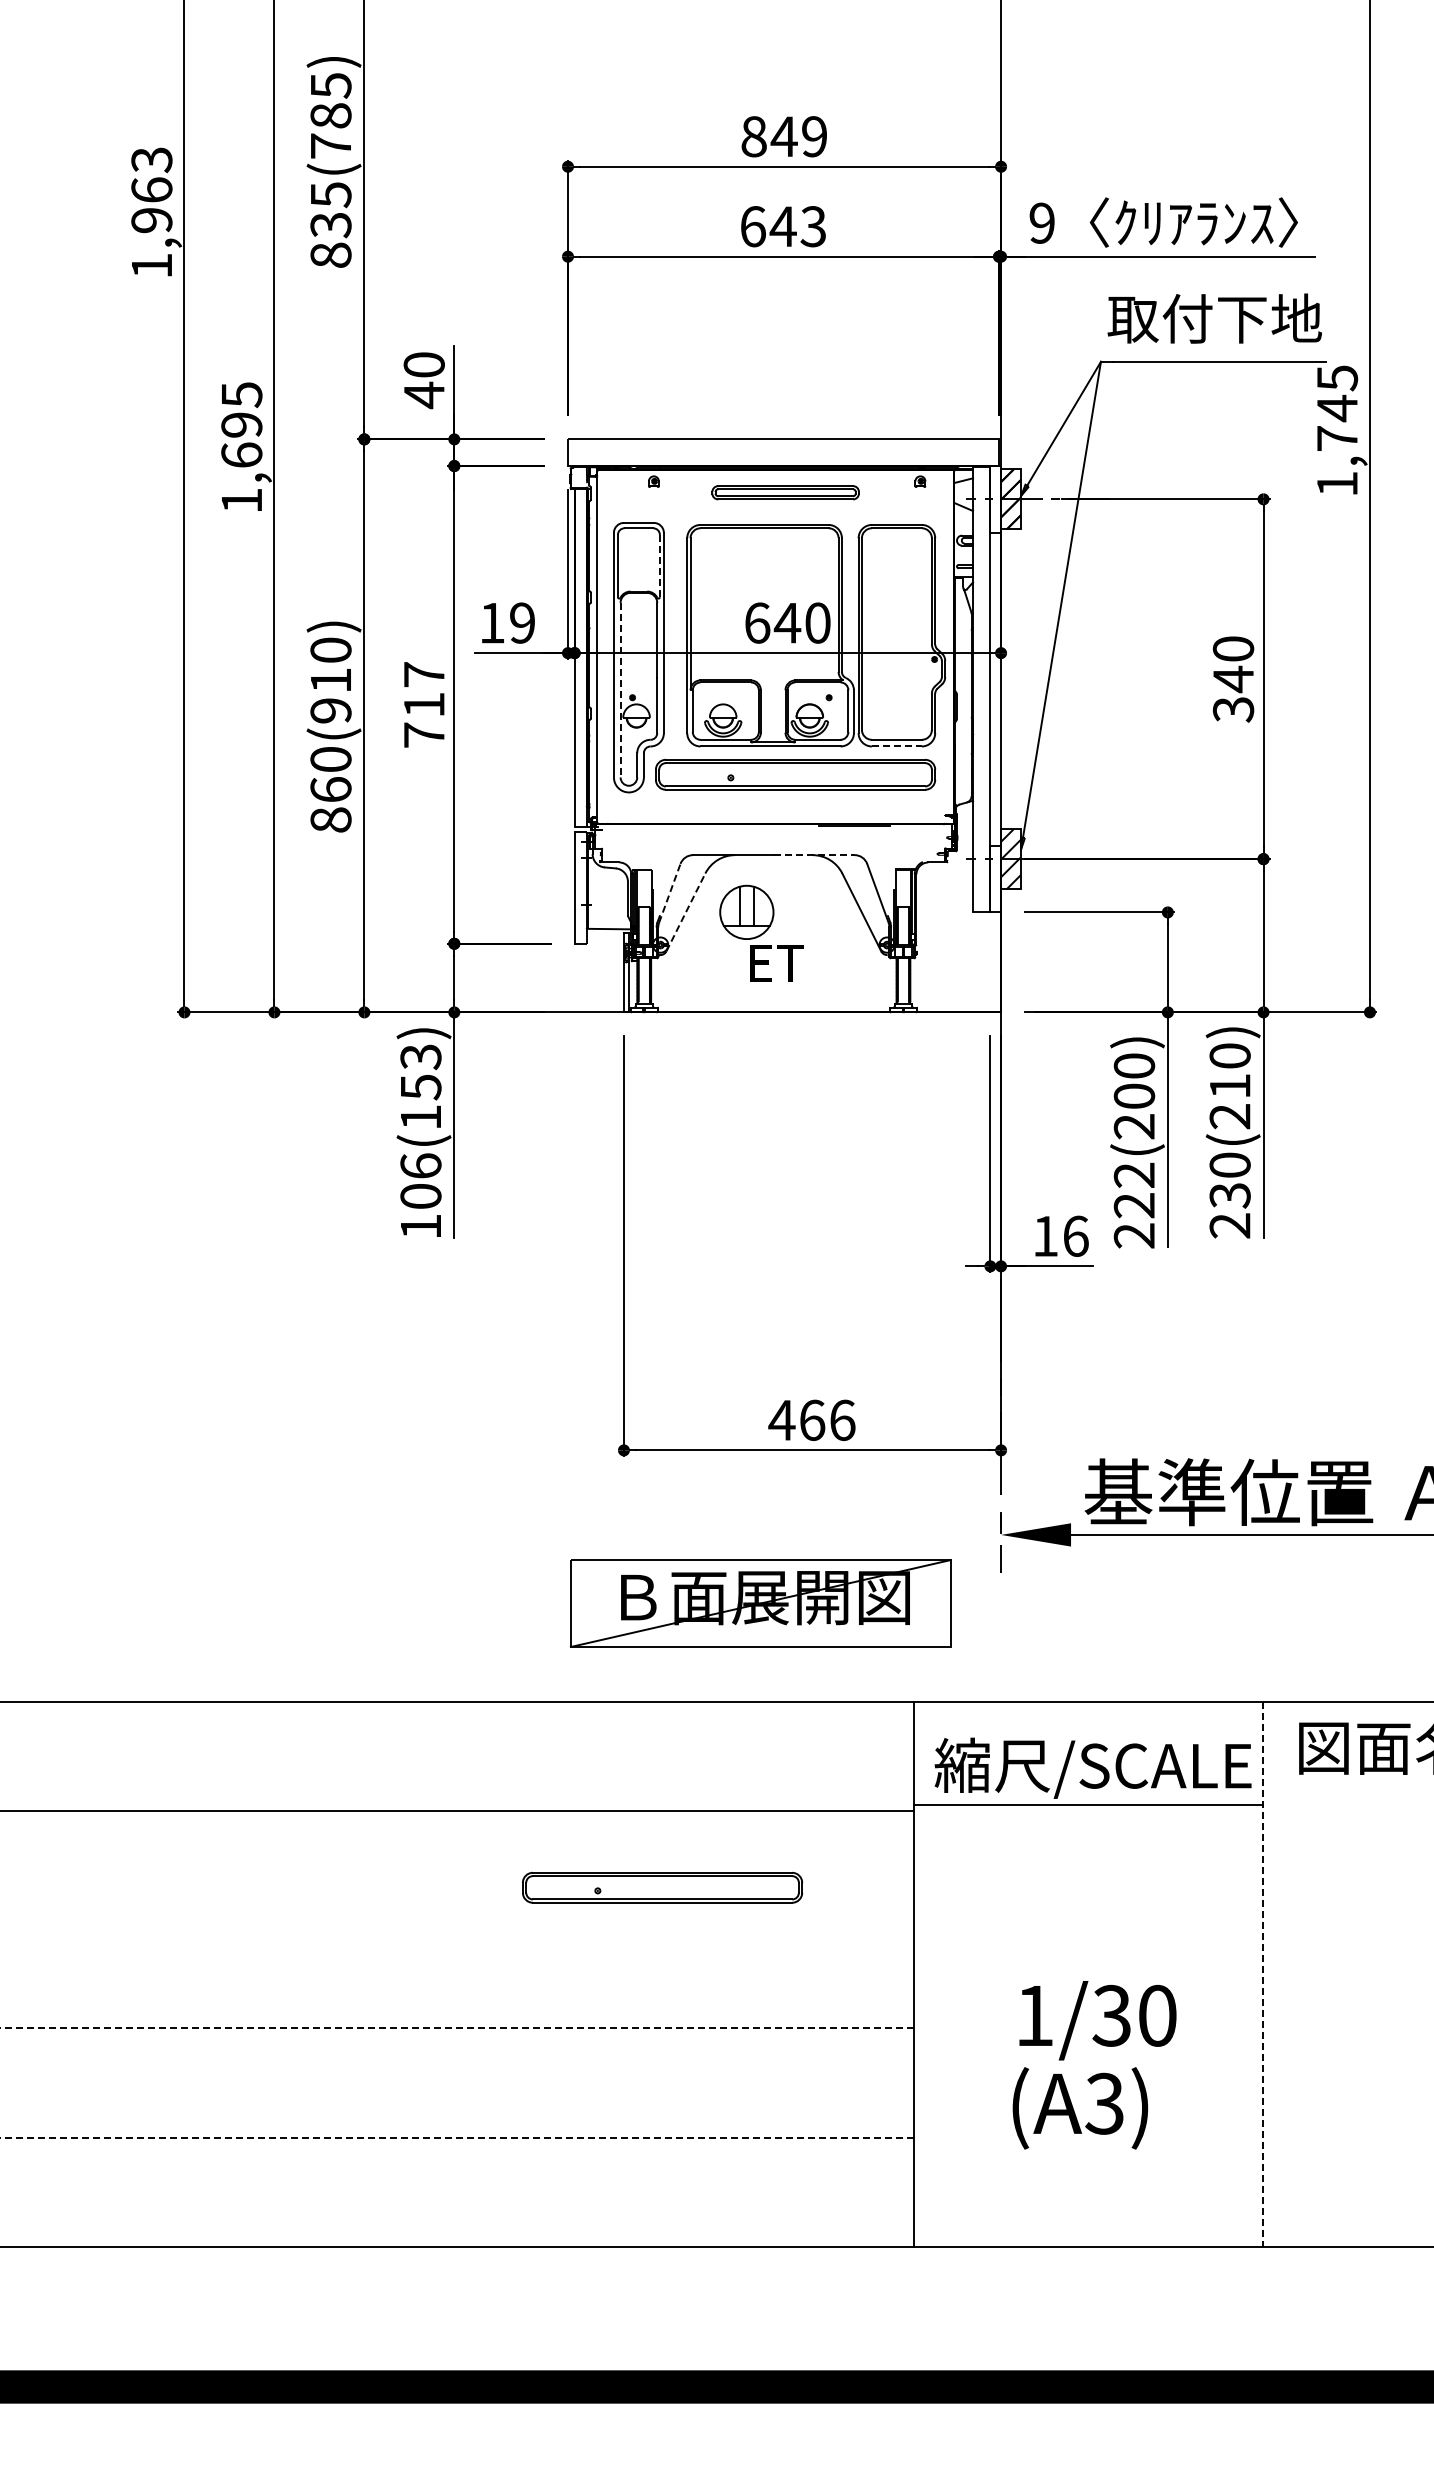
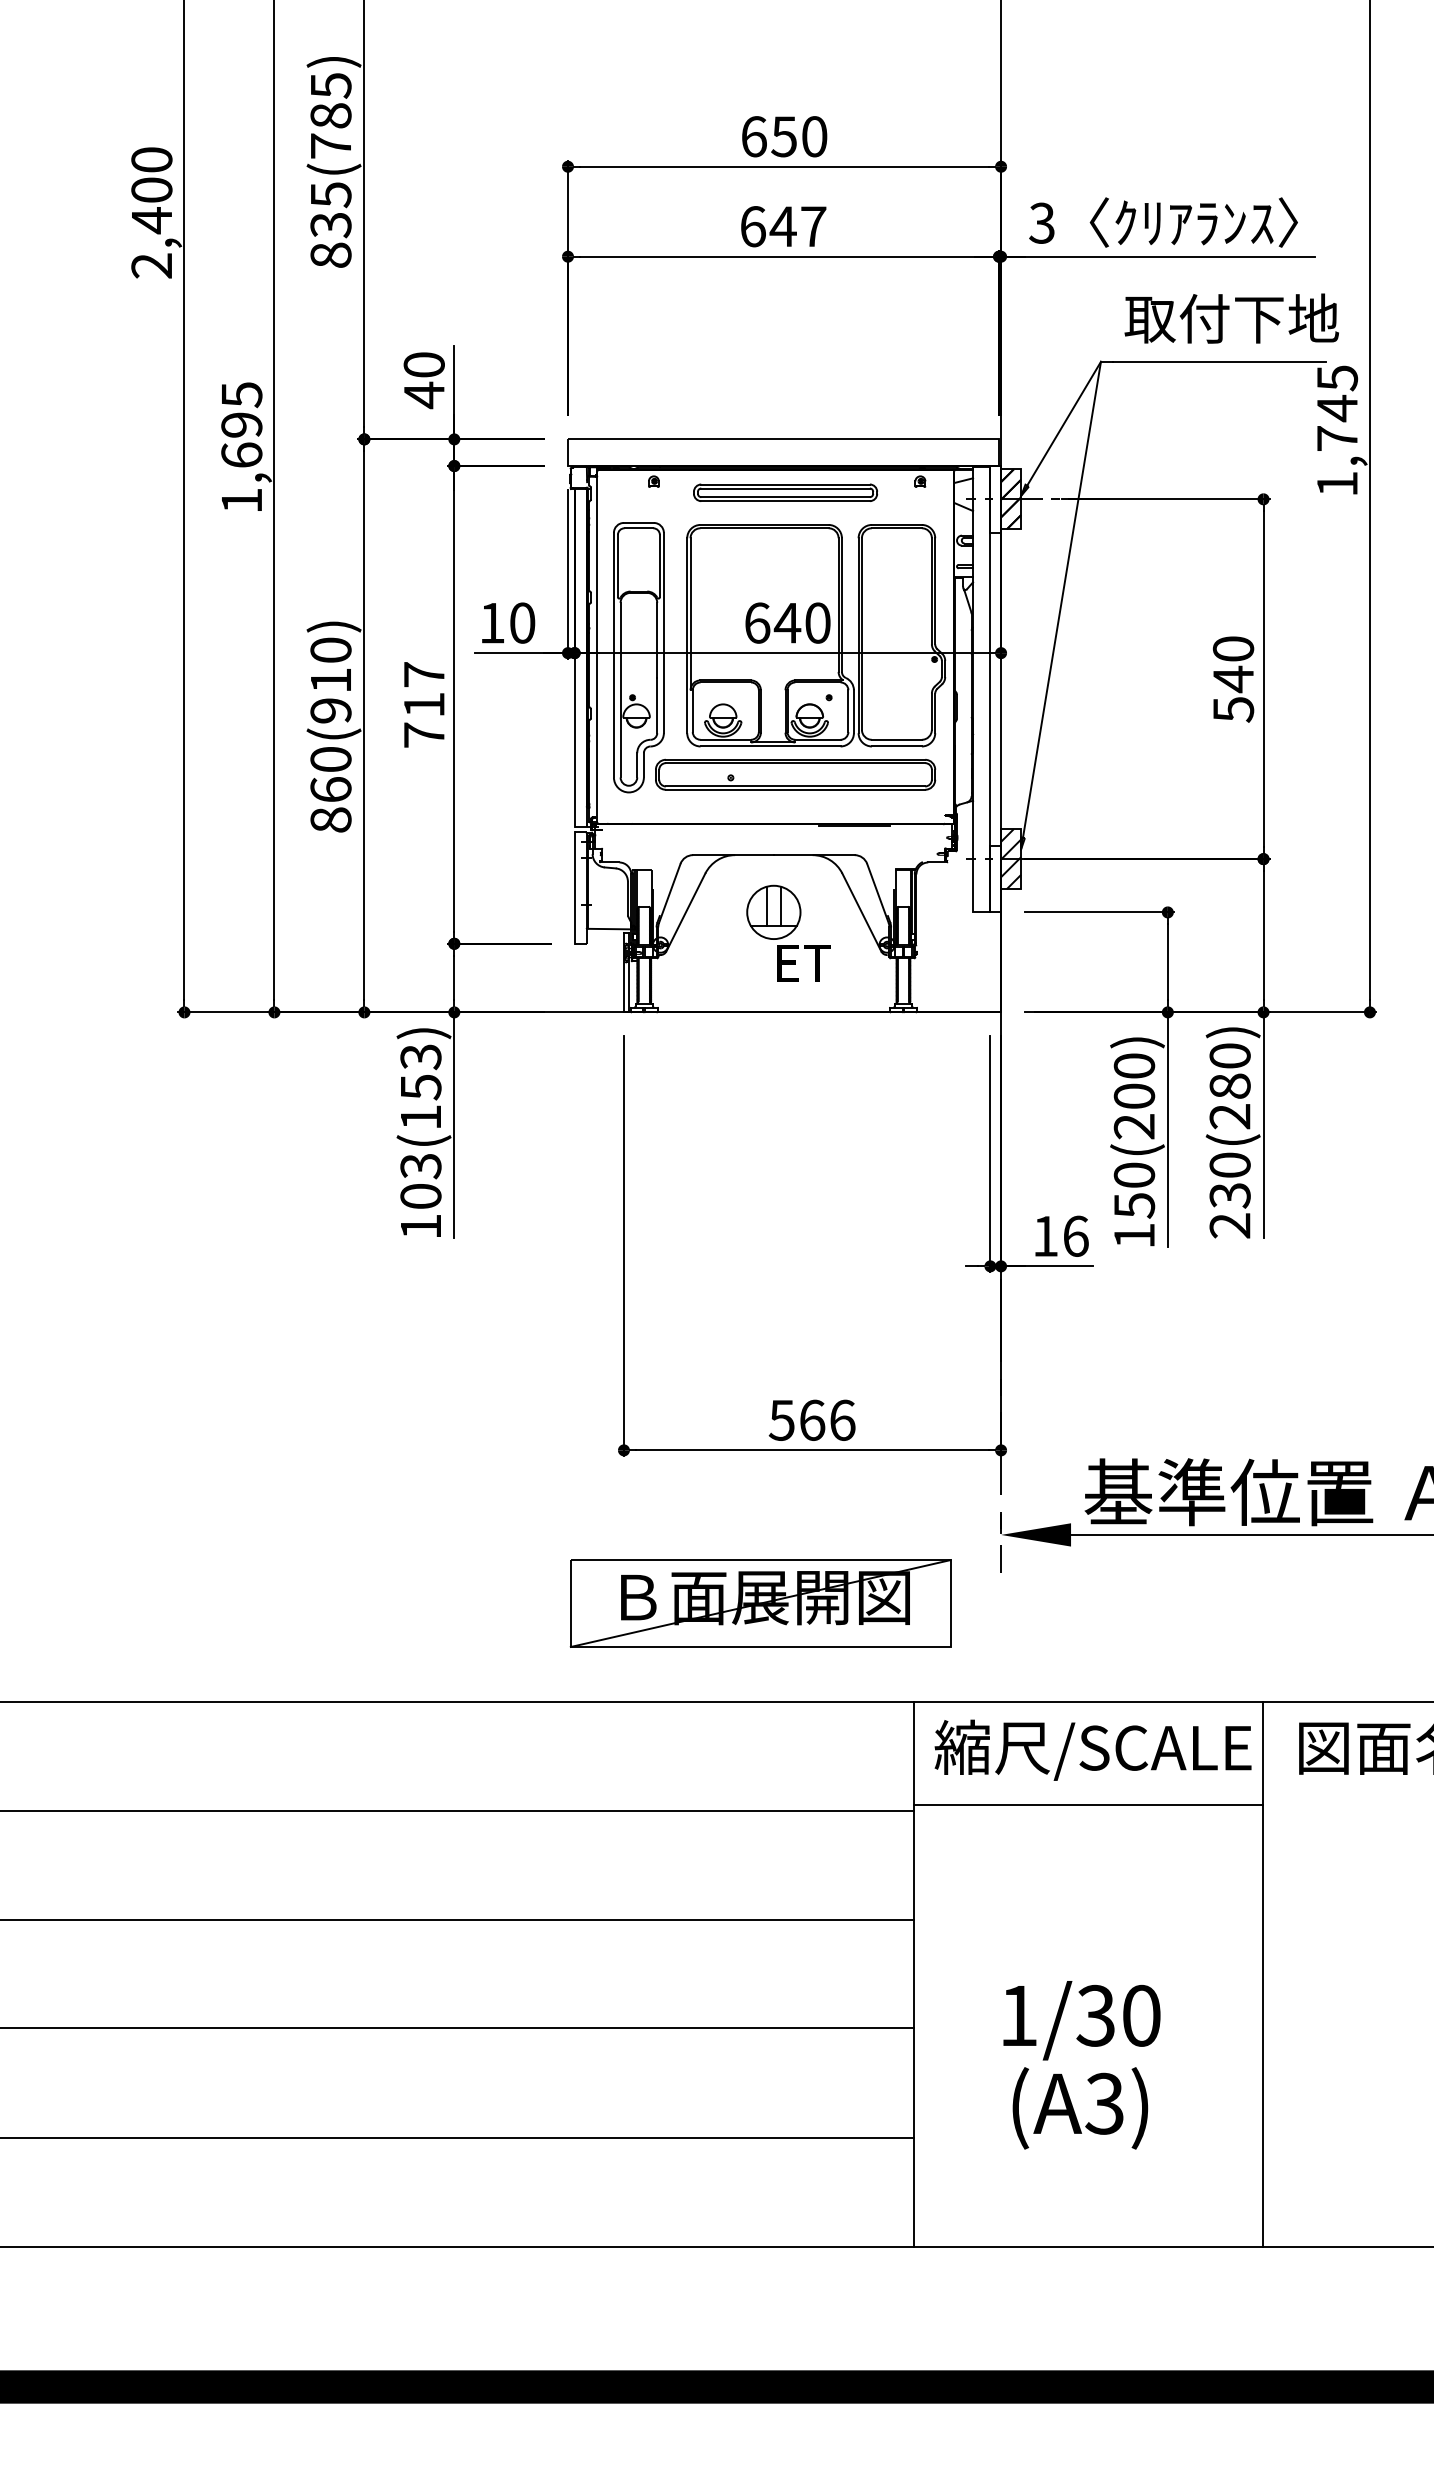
text at (784, 136): 849 -> 650
text at (151, 212): 1,963 -> 2,400
text at (1041, 222): 9 -> 3
text at (813, 226): 643 -> 647
text at (1214, 318) position: (1214, 318) -> (1231, 318)
part at (785, 492) size: 149x16 px -> 186x19 px
line at (659, 566): dashed -> solid
text at (522, 622): 19 -> 10
line at (620, 690): dashed -> solid
text at (1232, 709): 340 -> 540
line at (896, 746): dashed -> solid
line at (814, 855): dashed -> solid
line at (669, 892): dashed -> solid
line at (685, 912): dashed -> solid
part at (761, 932) position: (761, 932) -> (788, 932)
text at (1229, 1085): 230(210) -> 230(280)
text at (420, 1166): 106(153) -> 103(153)
text at (1134, 1205): 222(200) -> 150(200)
text at (781, 1420): 466 -> 566
text at (1092, 1767) position: (1092, 1767) -> (1092, 1749)
part at (662, 1887): present -> none
line at (457, 1919): none -> present
line at (1262, 1975): dashed -> solid
text at (1097, 2020) position: (1097, 2020) -> (1081, 2020)
line at (457, 2028): dashed -> solid
line at (457, 2137): dashed -> solid
